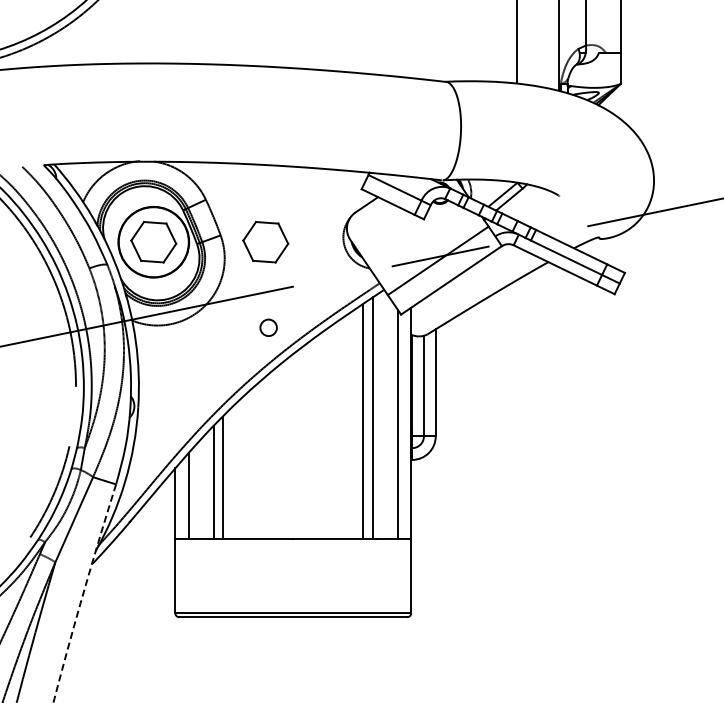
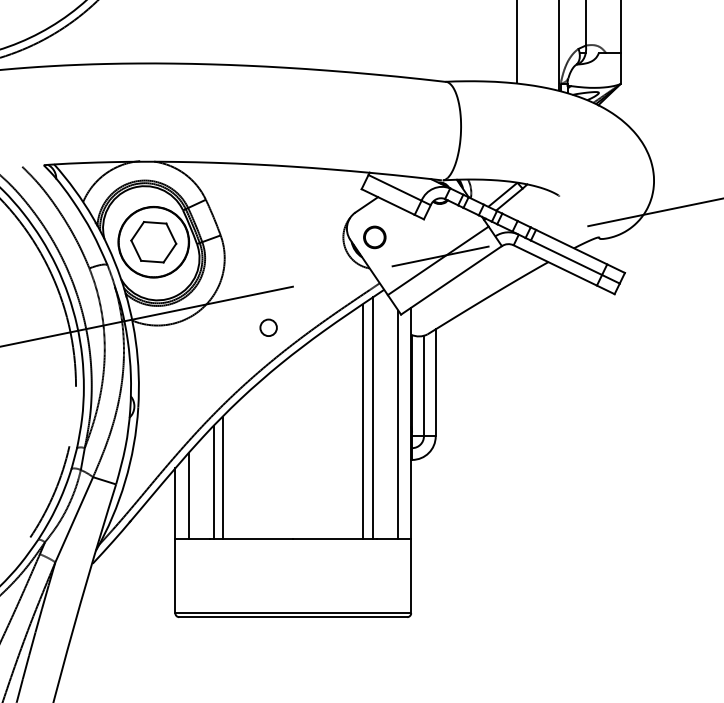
part at (374, 237): none -> present
part at (265, 242): present -> none
arc at (83, 593): dashed -> solid
